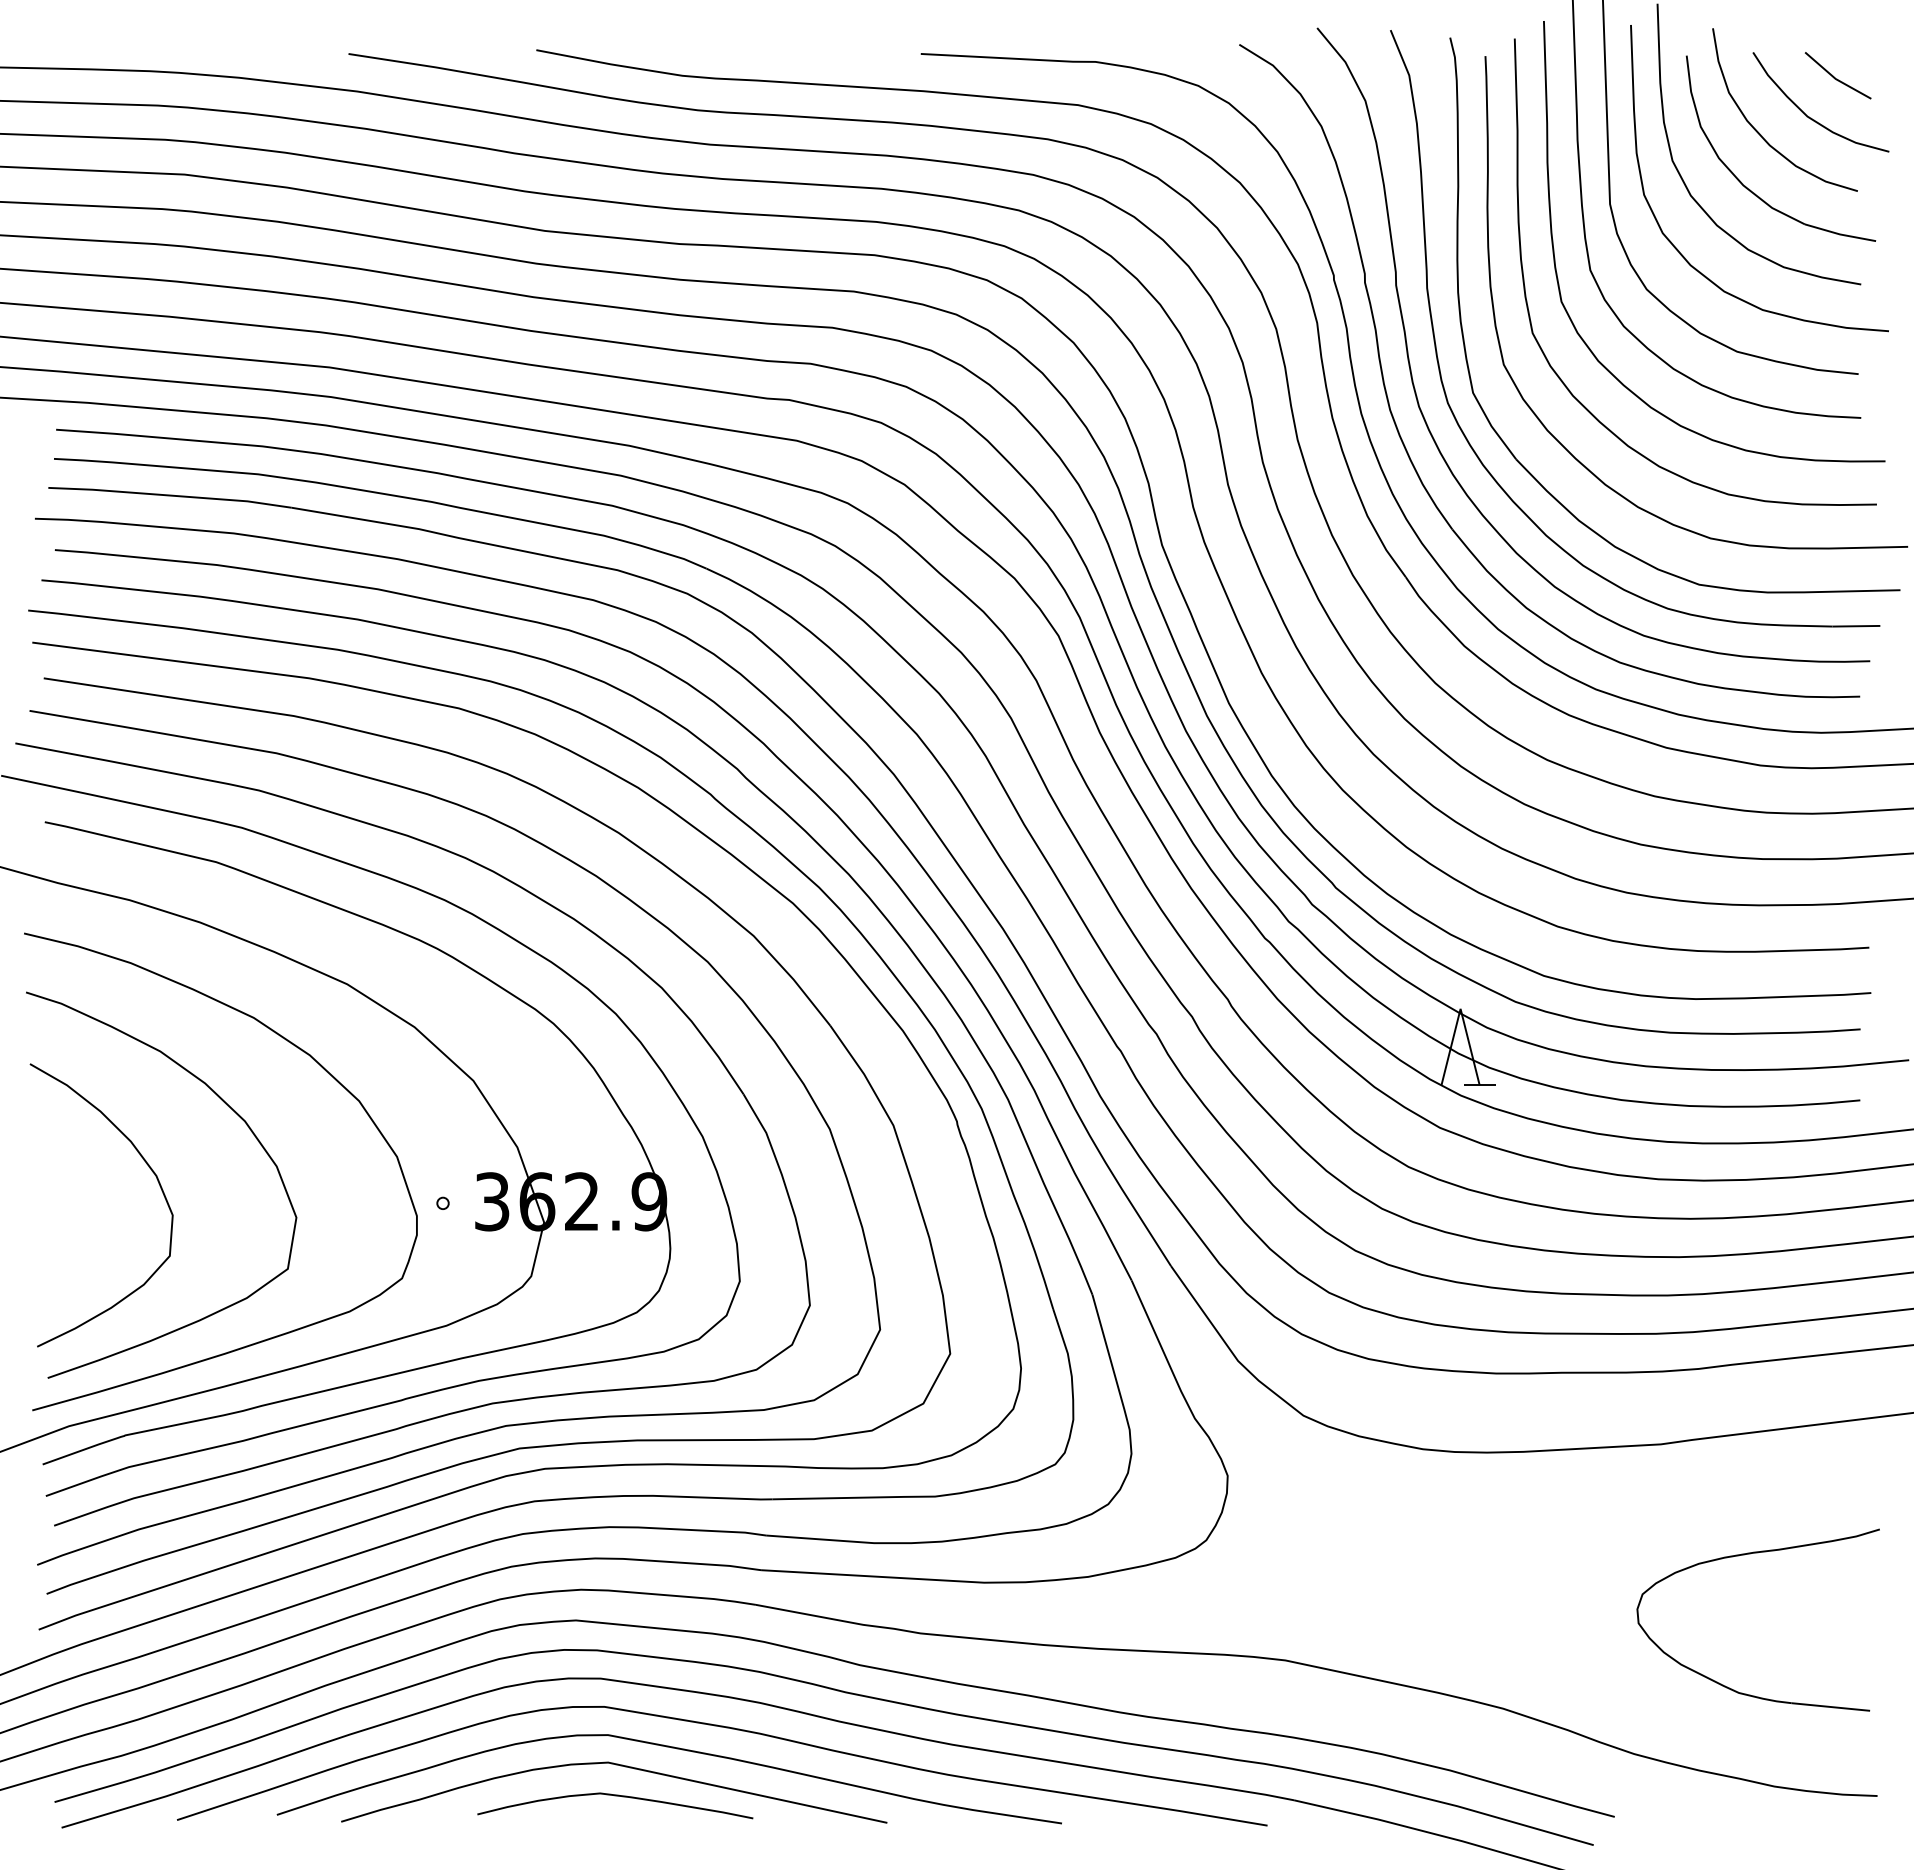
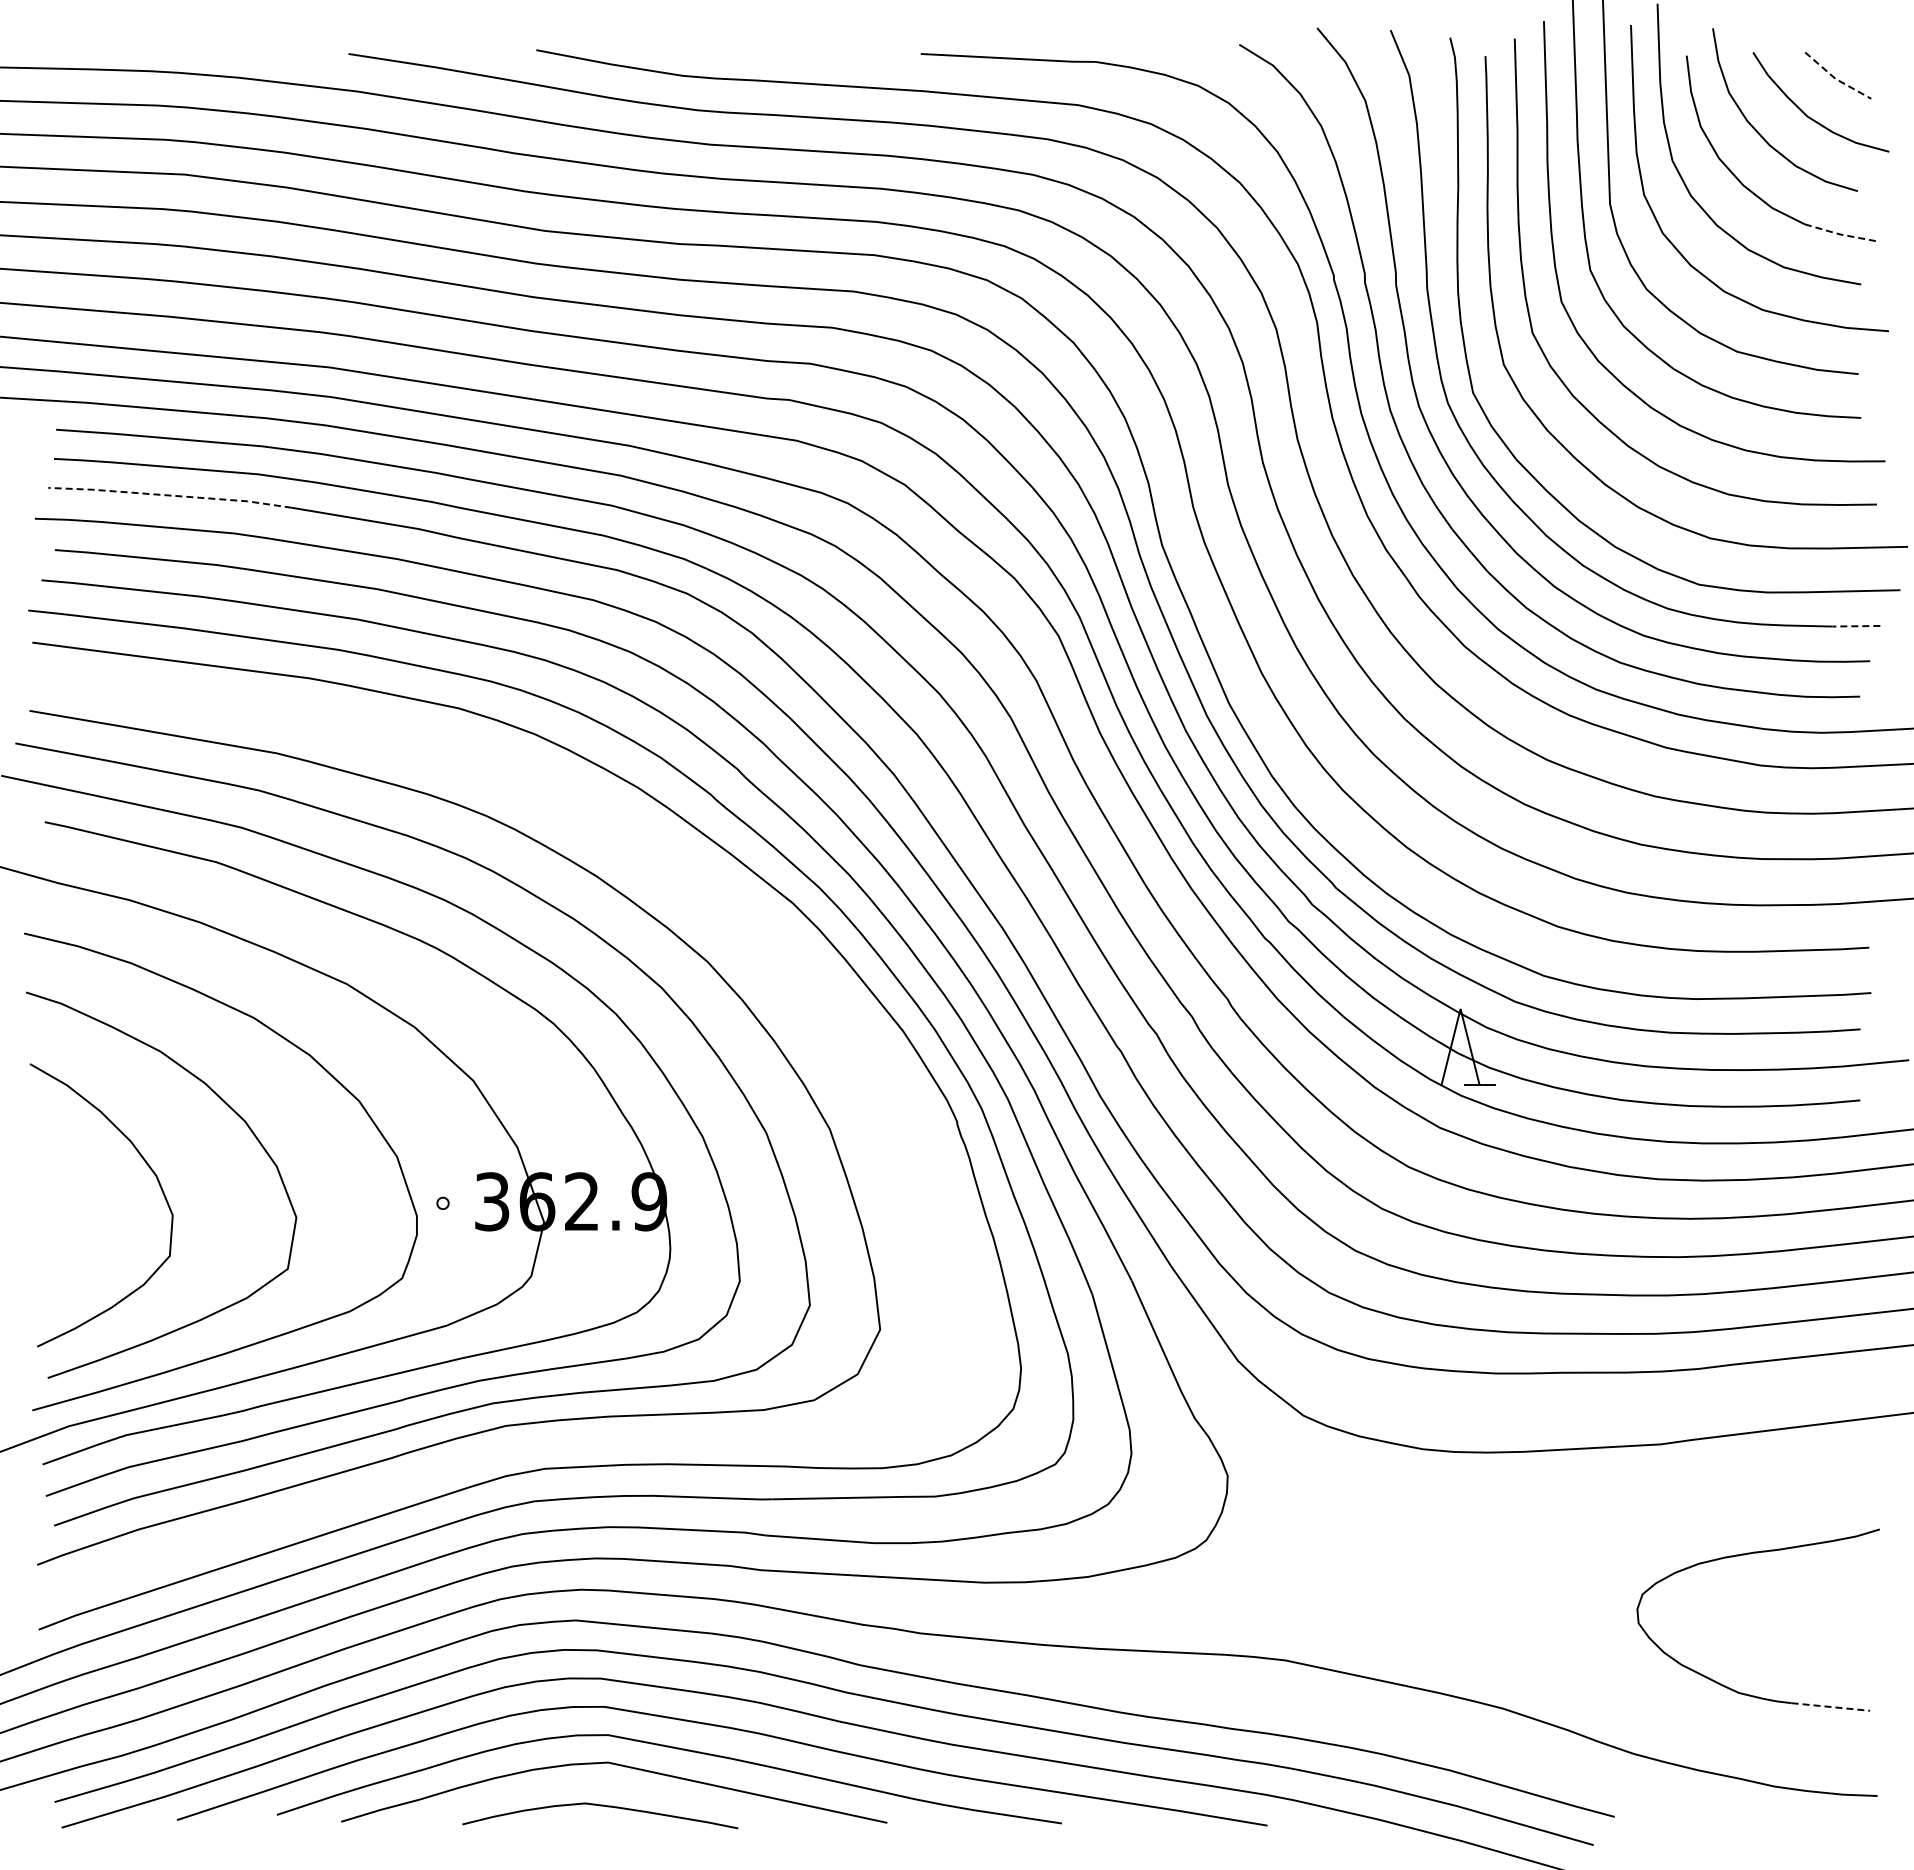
line at (1835, 79): solid -> dashed
line at (1840, 234): solid -> dashed
line at (170, 495): solid -> dashed
line at (1856, 626): solid -> dashed
part at (527, 1446): present -> none
line at (1831, 1707): solid -> dashed
curve at (615, 1796) position: (615, 1796) -> (600, 1806)
